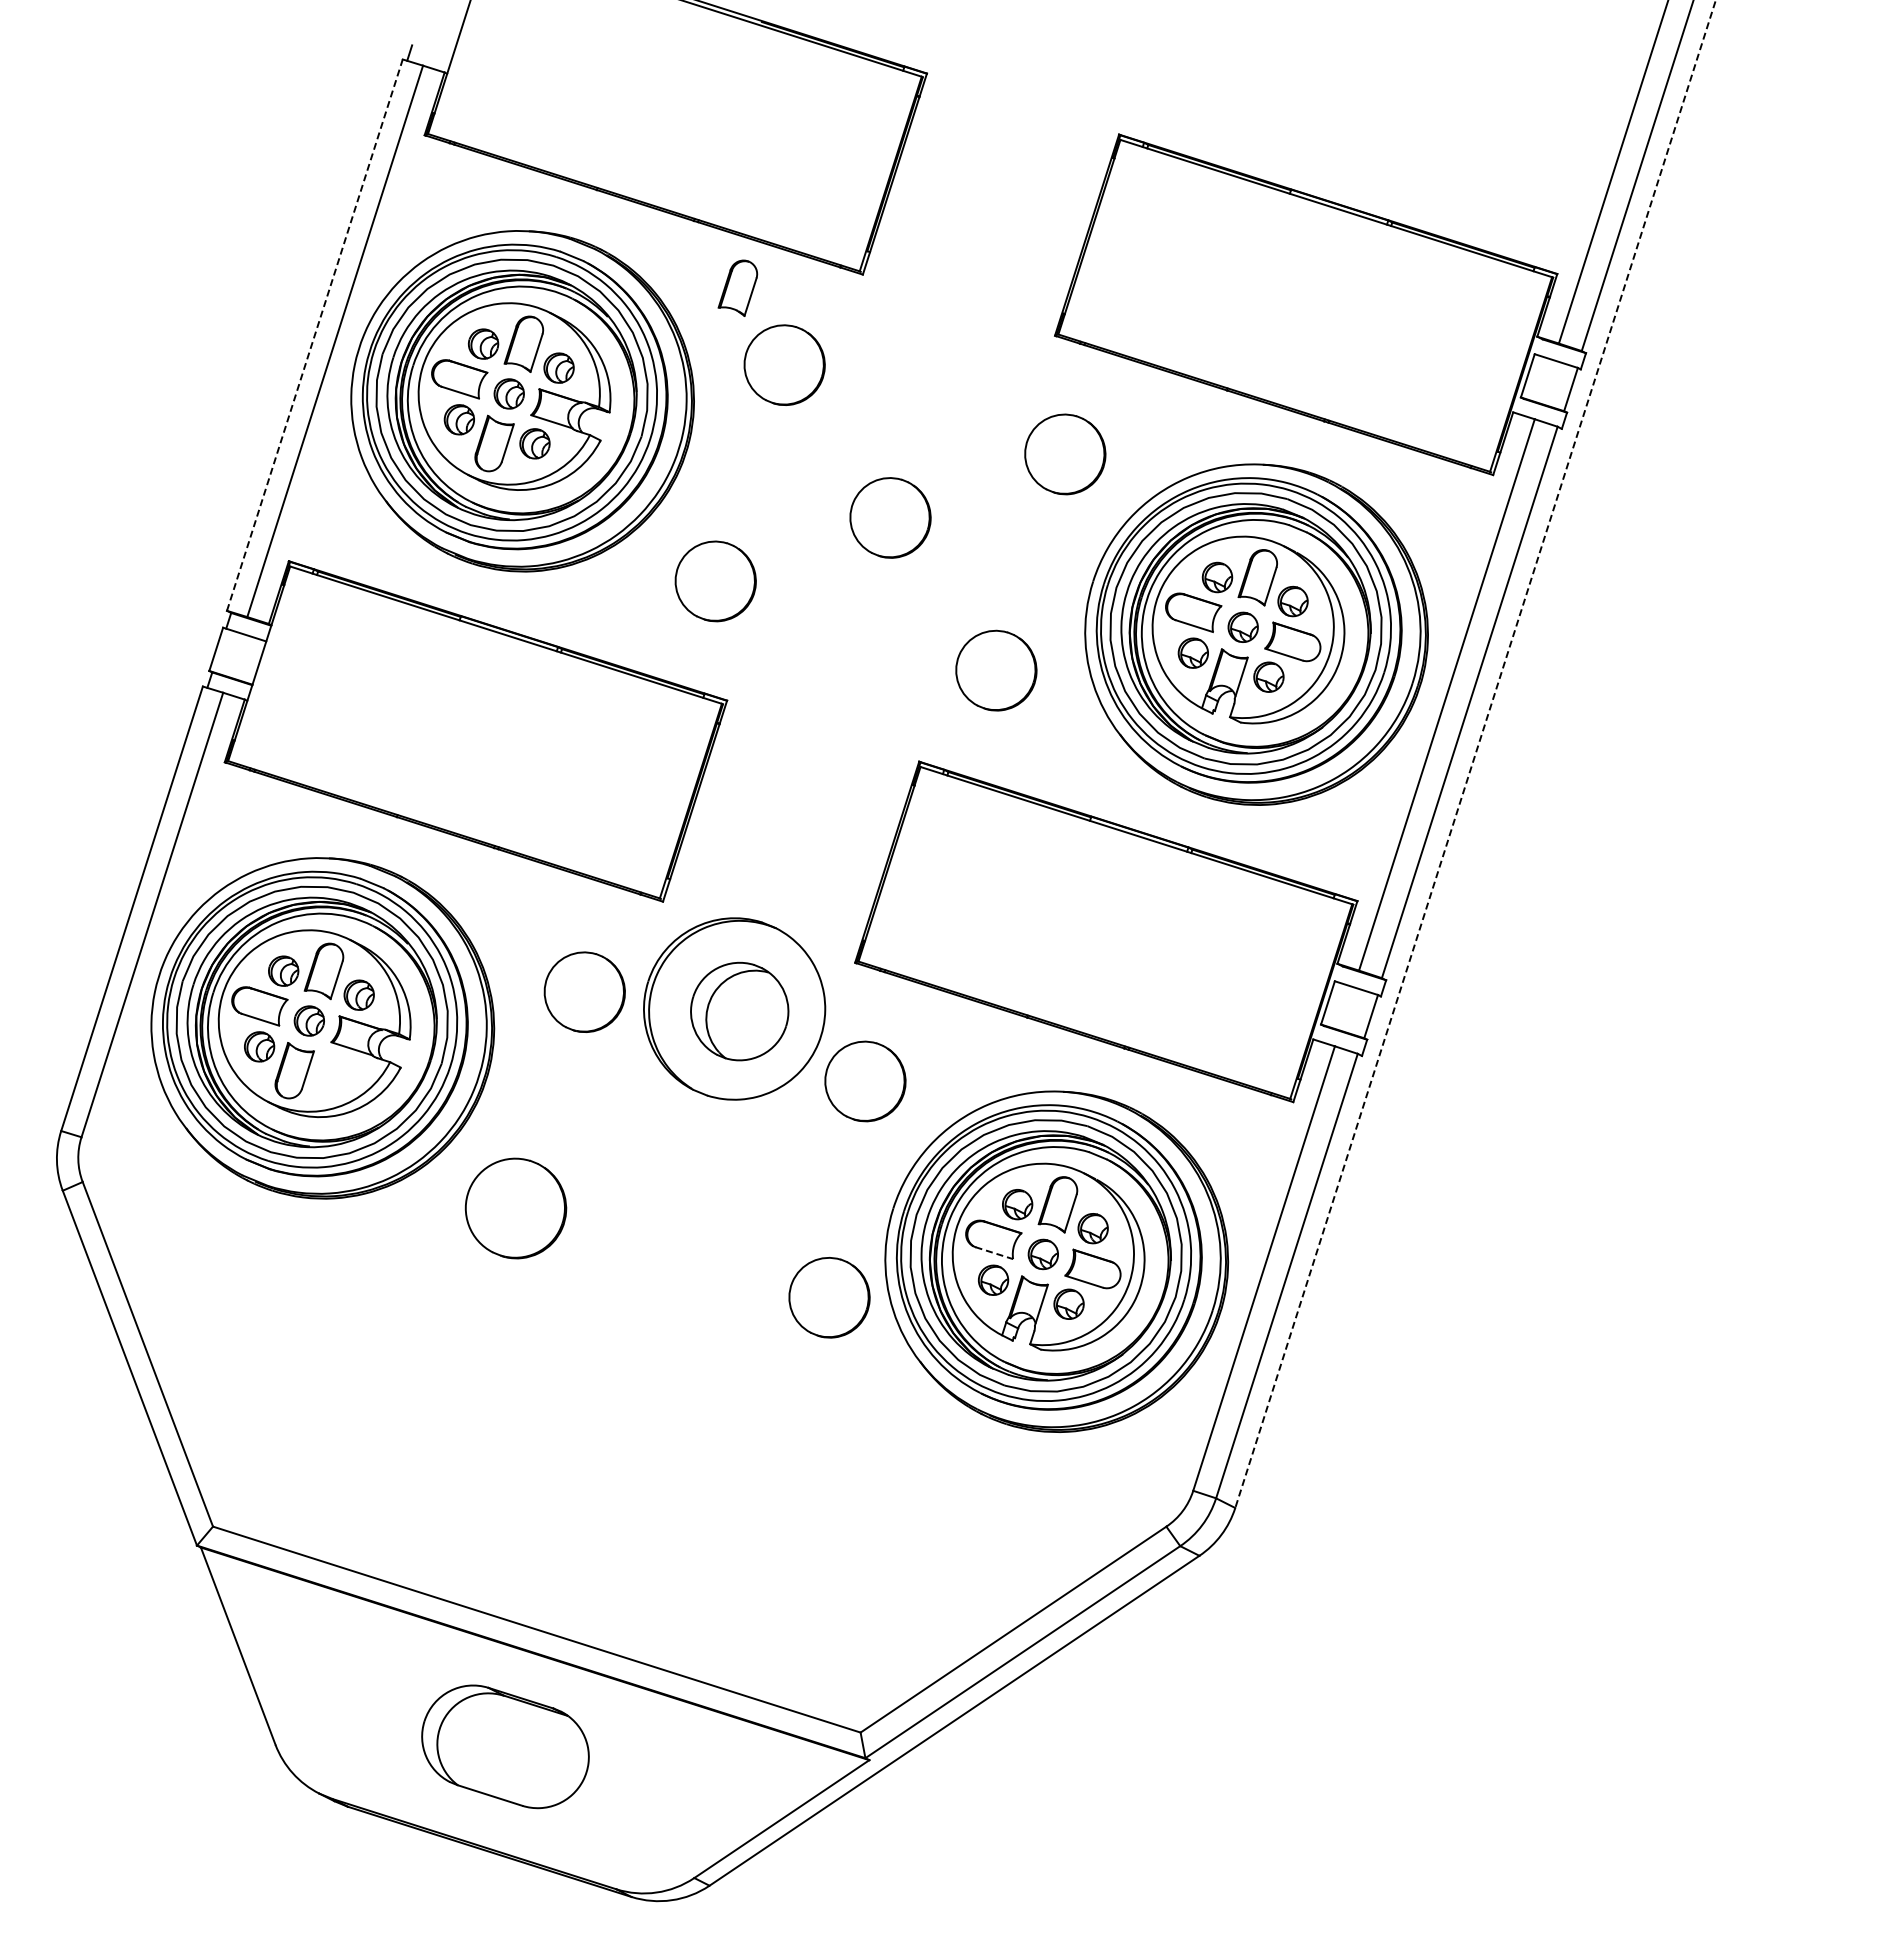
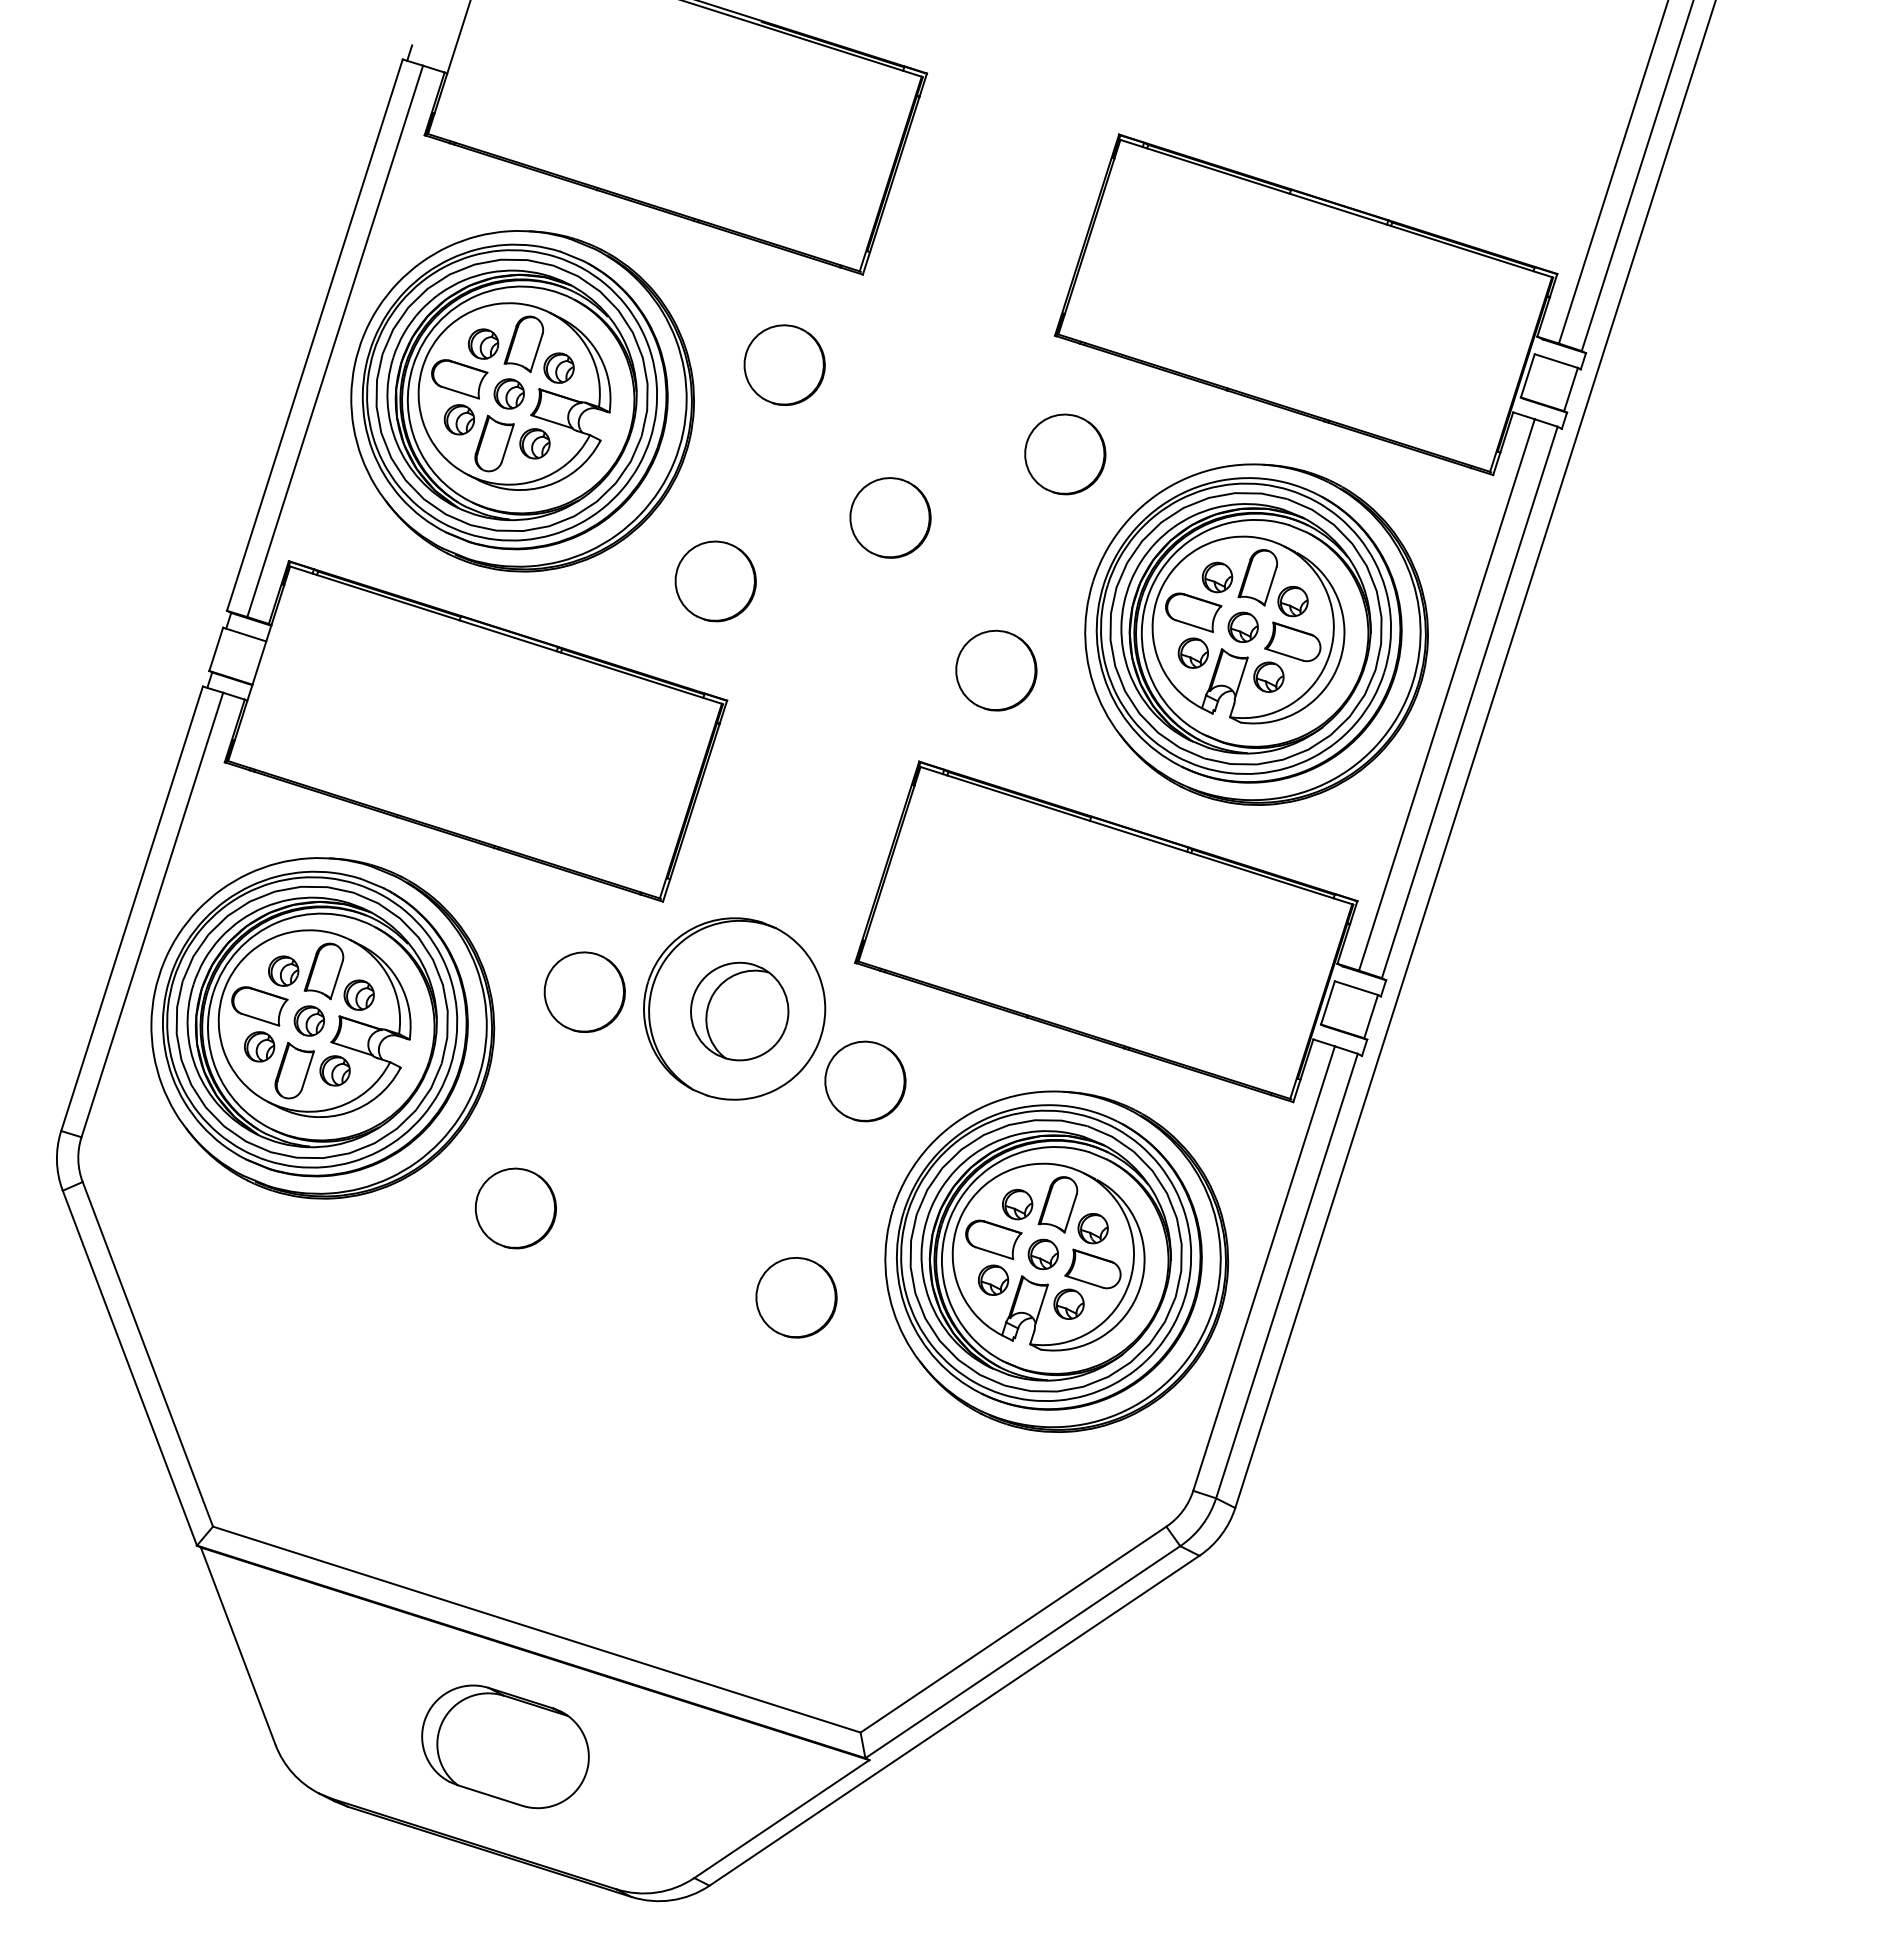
part at (737, 287): present -> none
line at (315, 334): dashed -> solid
line at (1475, 754): dashed -> solid
part at (334, 1070): none -> present
part at (515, 1208) size: 104x103 px -> 83x83 px
line at (994, 1253): dashed -> solid
part at (829, 1297) position: (829, 1297) -> (796, 1297)
